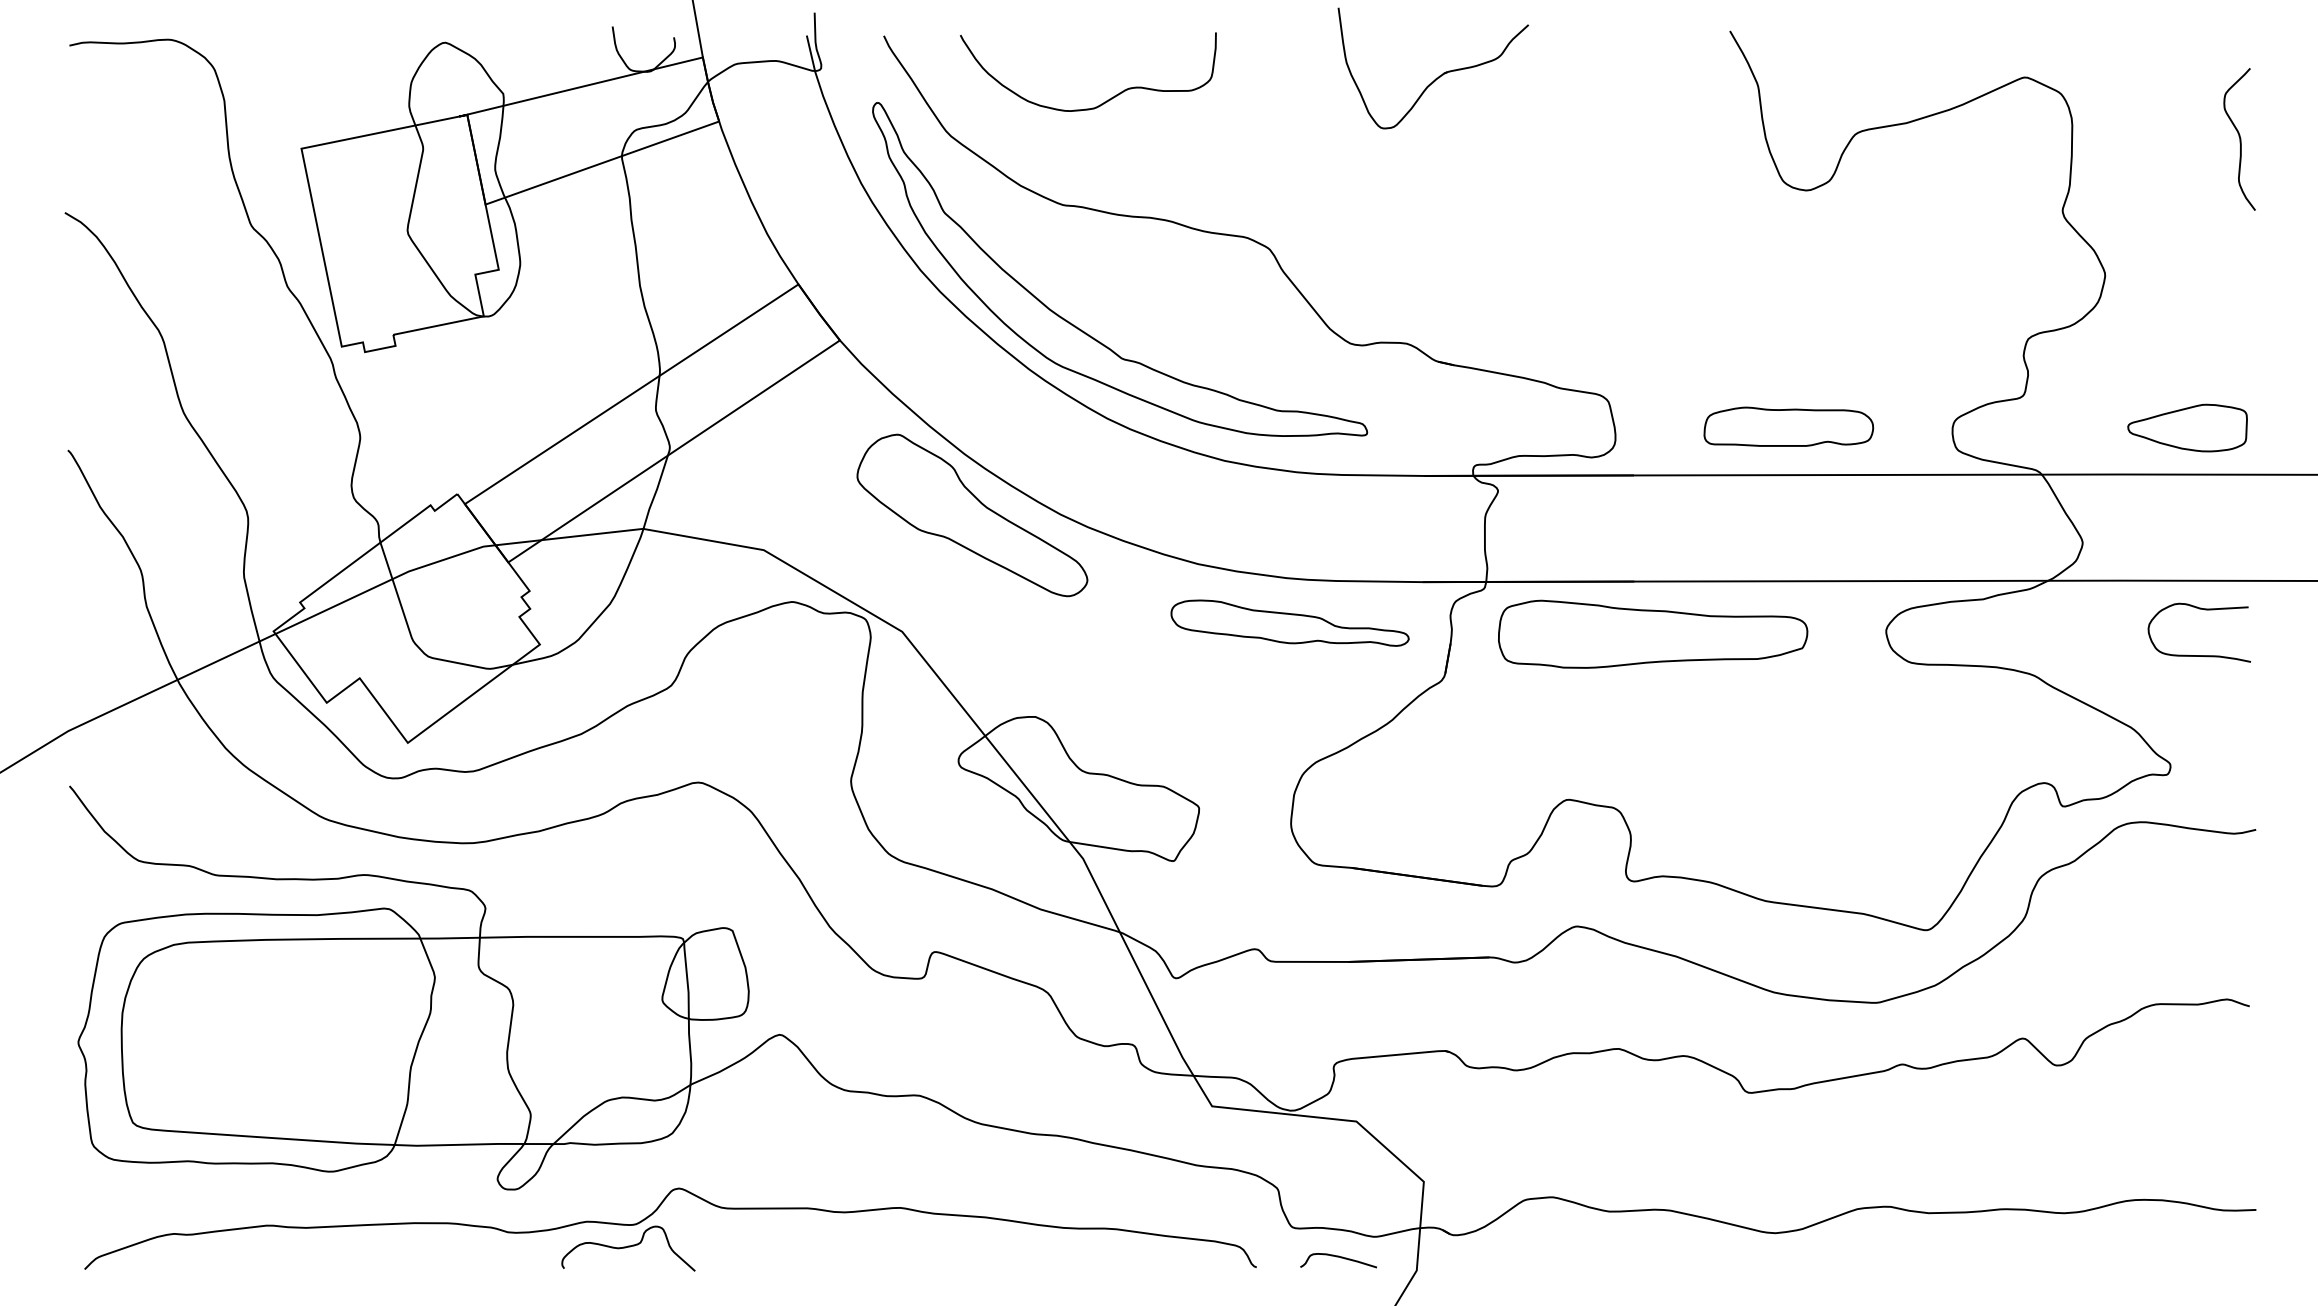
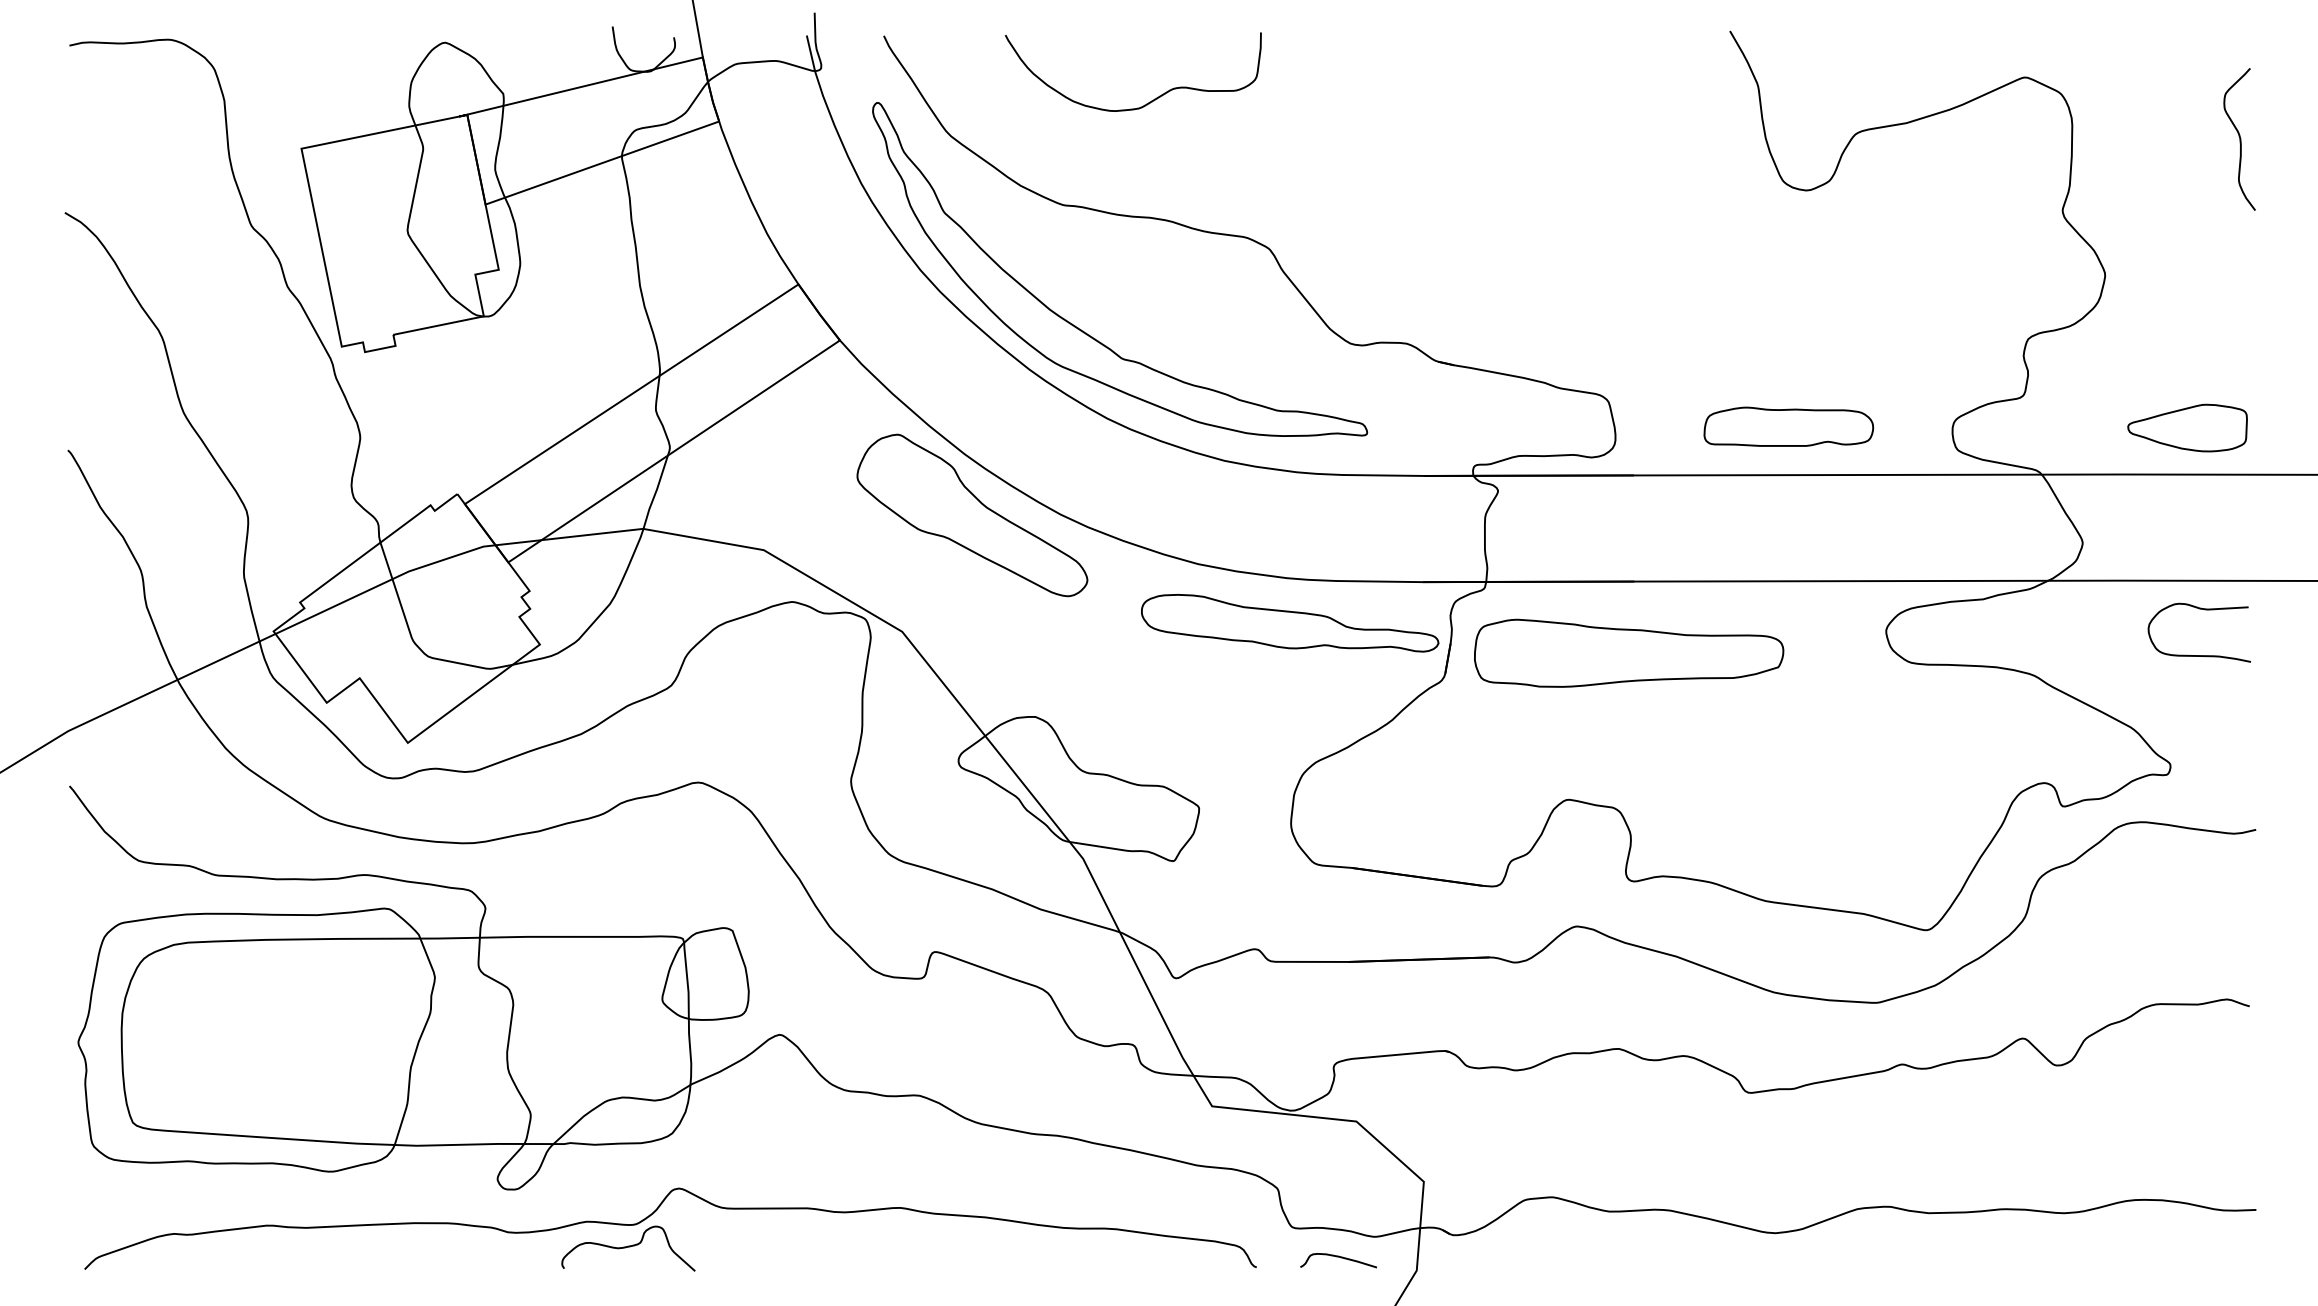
part at (1439, 75): present -> none
curve at (1104, 101) position: (1104, 101) -> (1149, 101)
part at (1289, 622) size: 240x48 px -> 299x59 px
part at (1653, 633) position: (1653, 633) -> (1629, 652)
